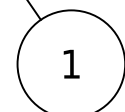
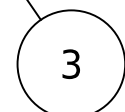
text at (70, 64): 1 -> 3
